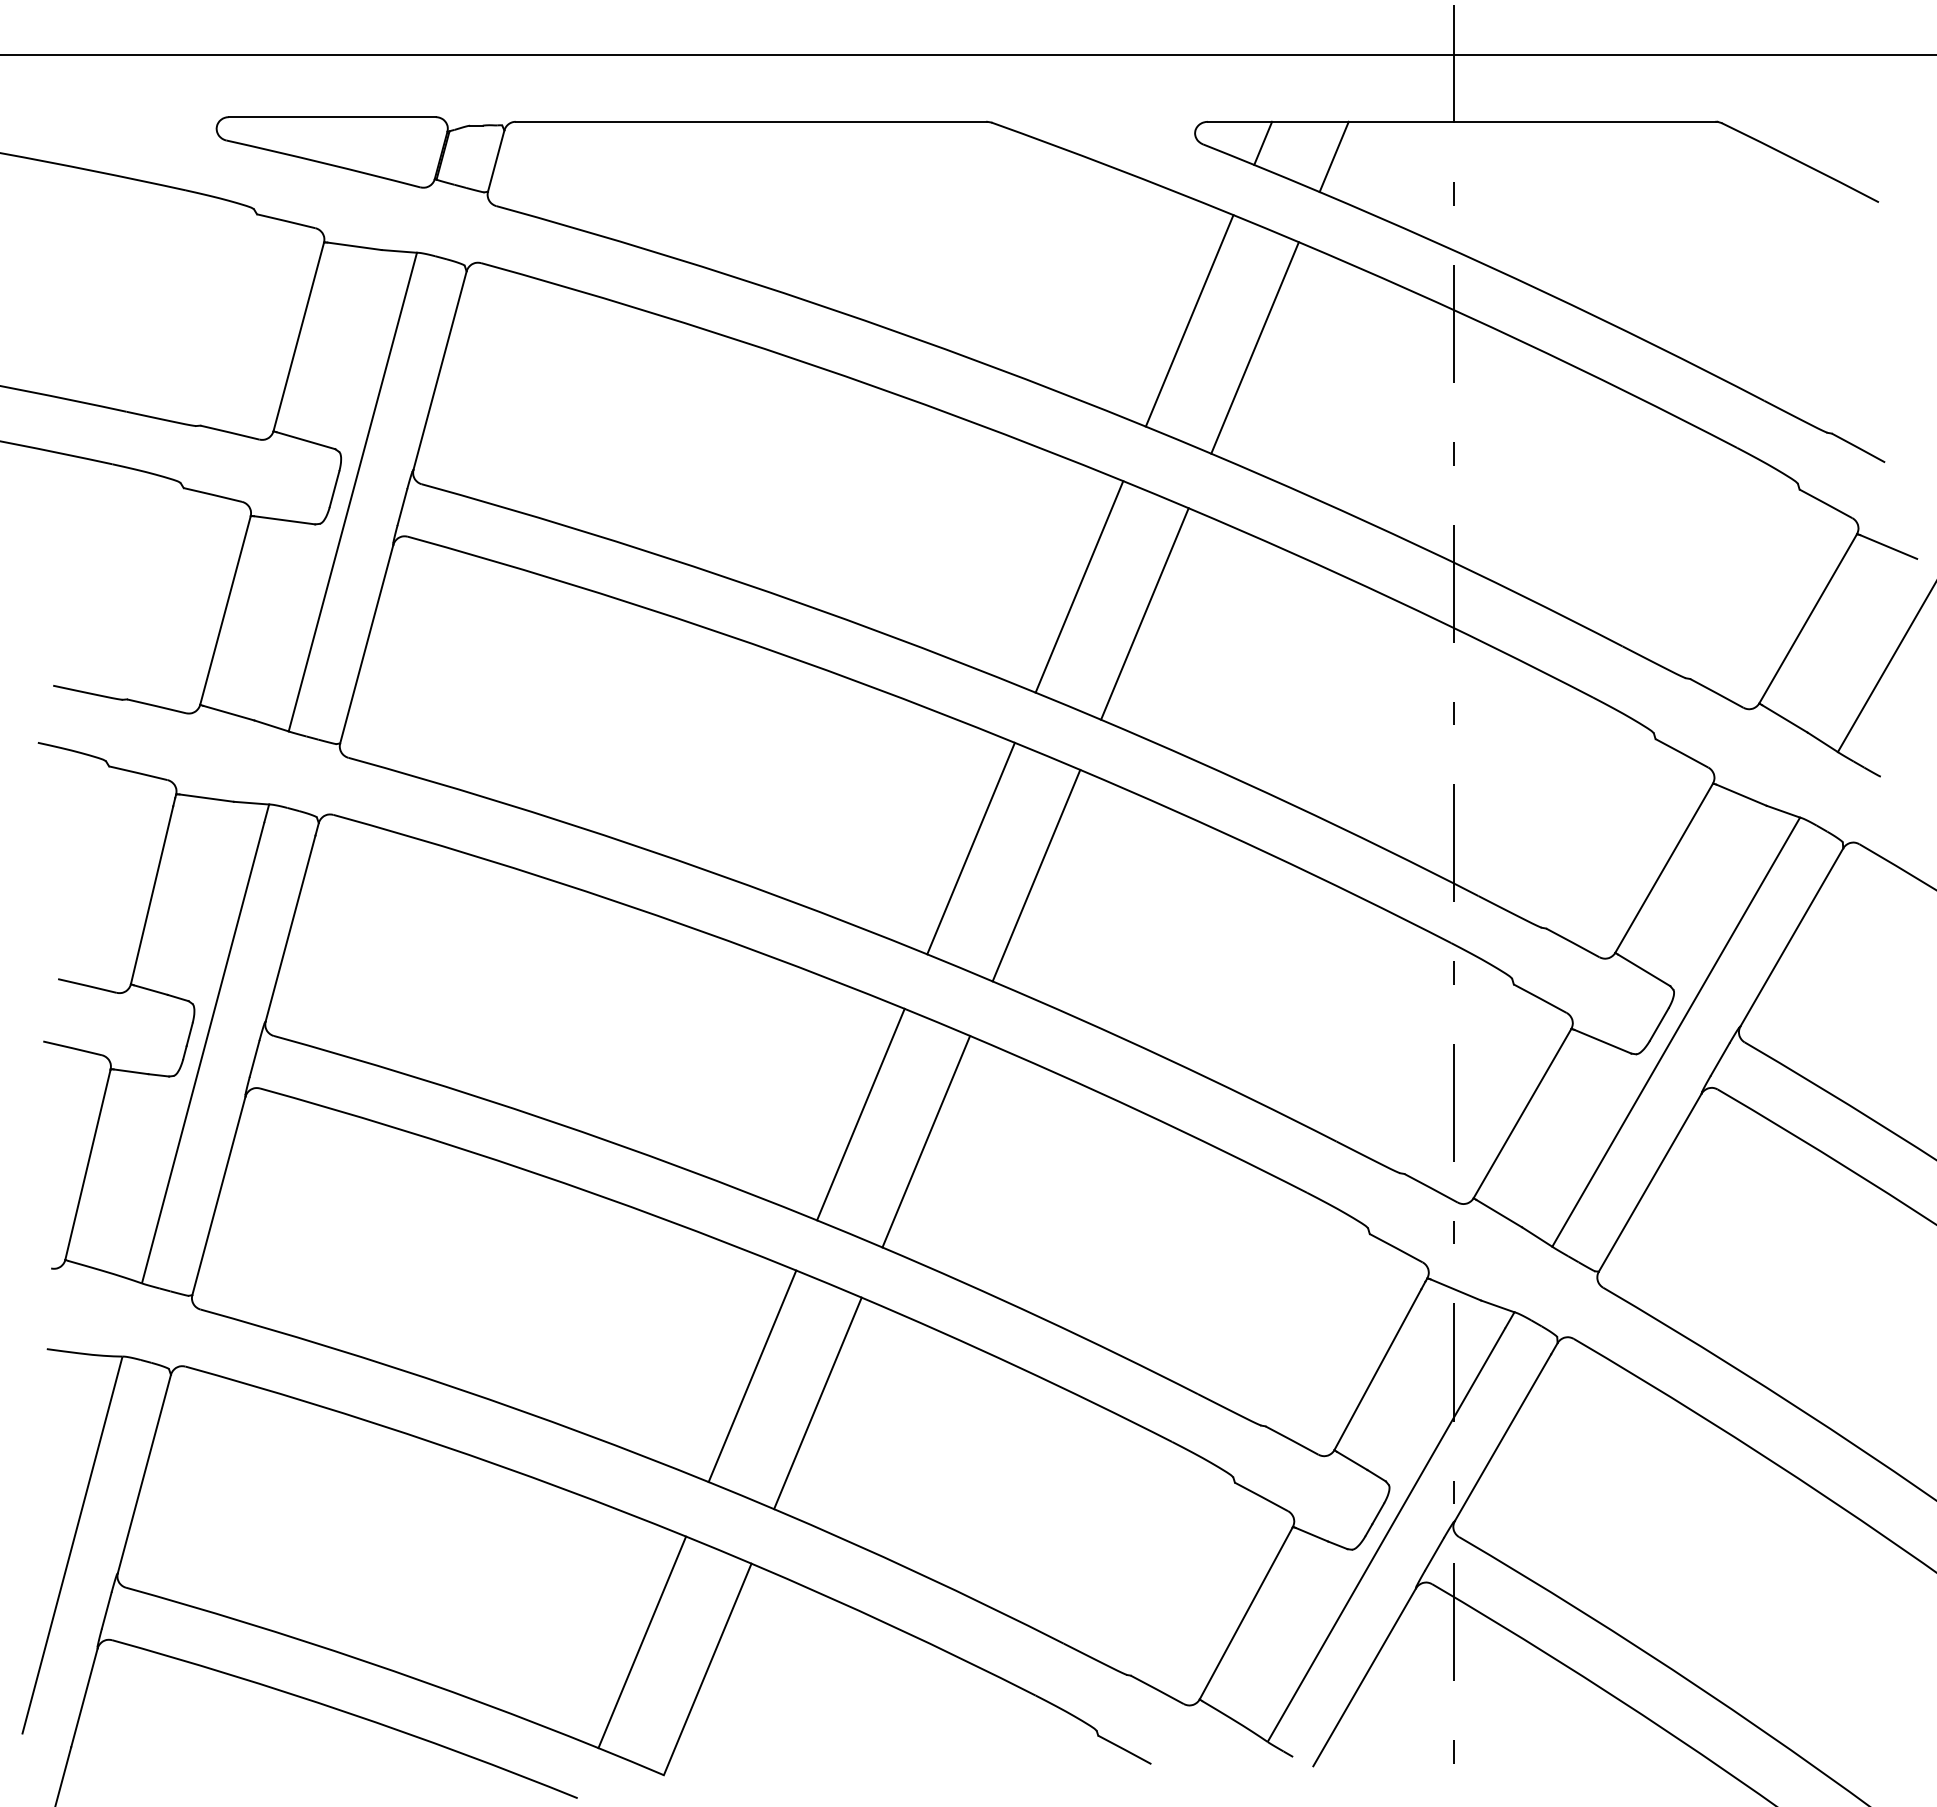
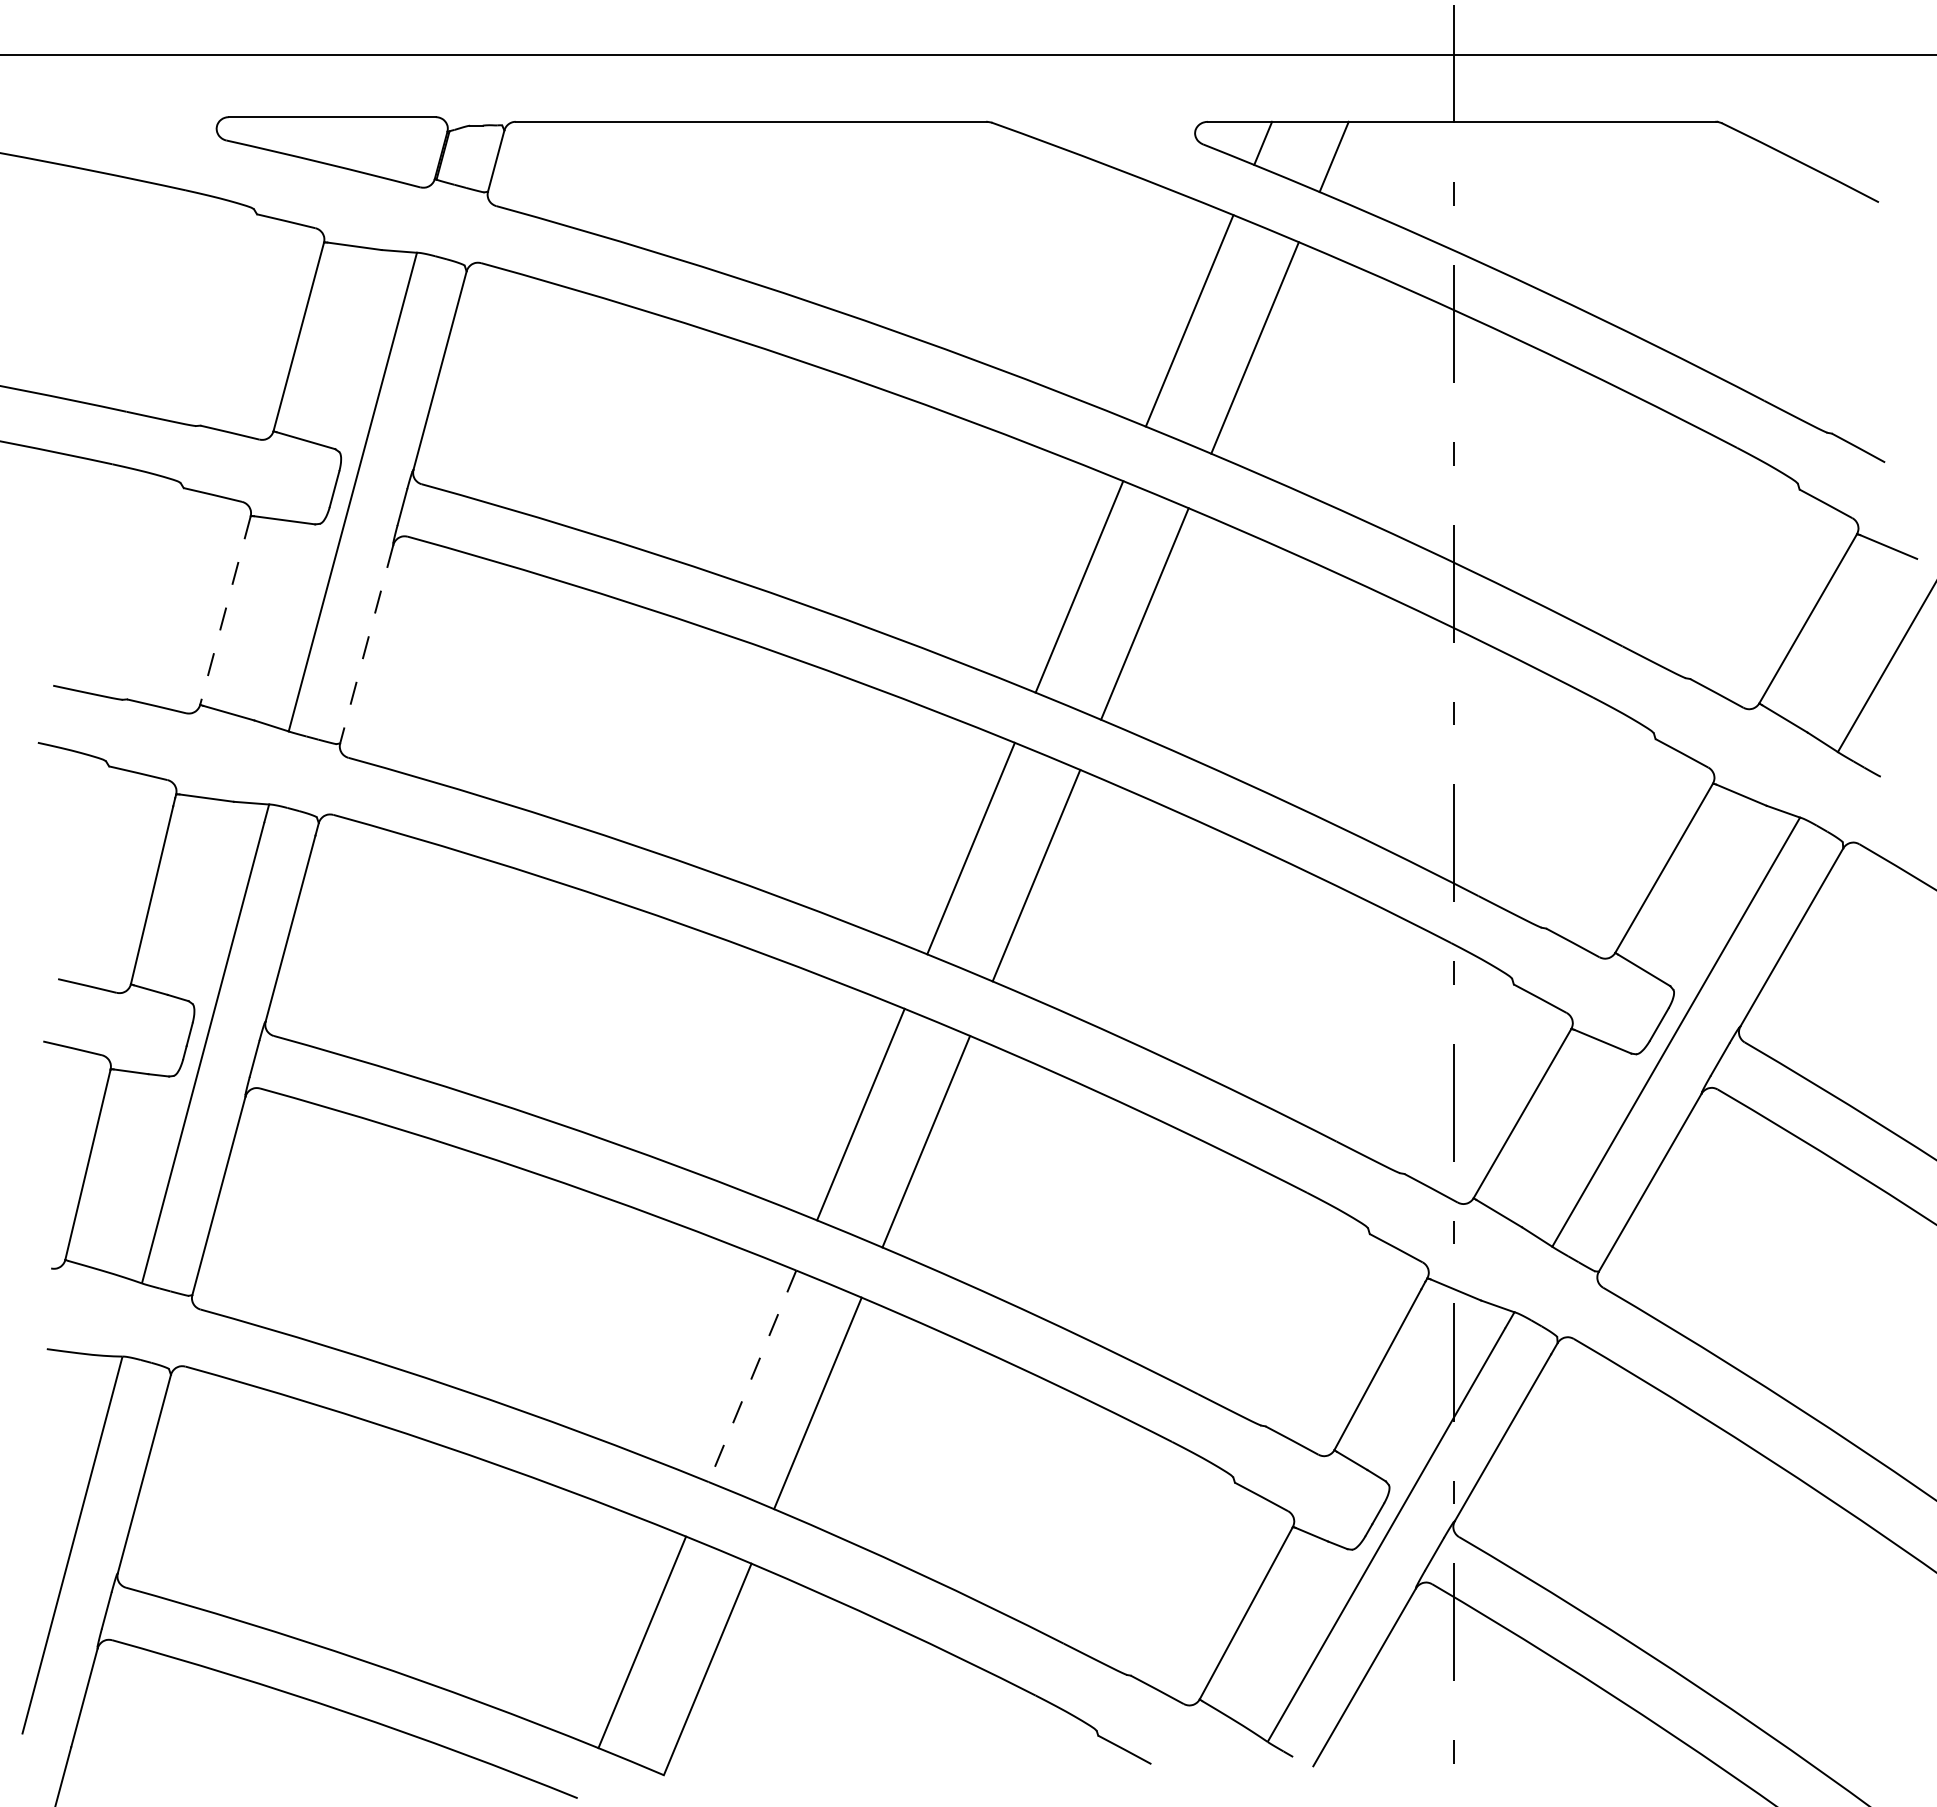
line at (225, 610): solid -> dashed
line at (366, 644): solid -> dashed
line at (752, 1376): solid -> dashed
